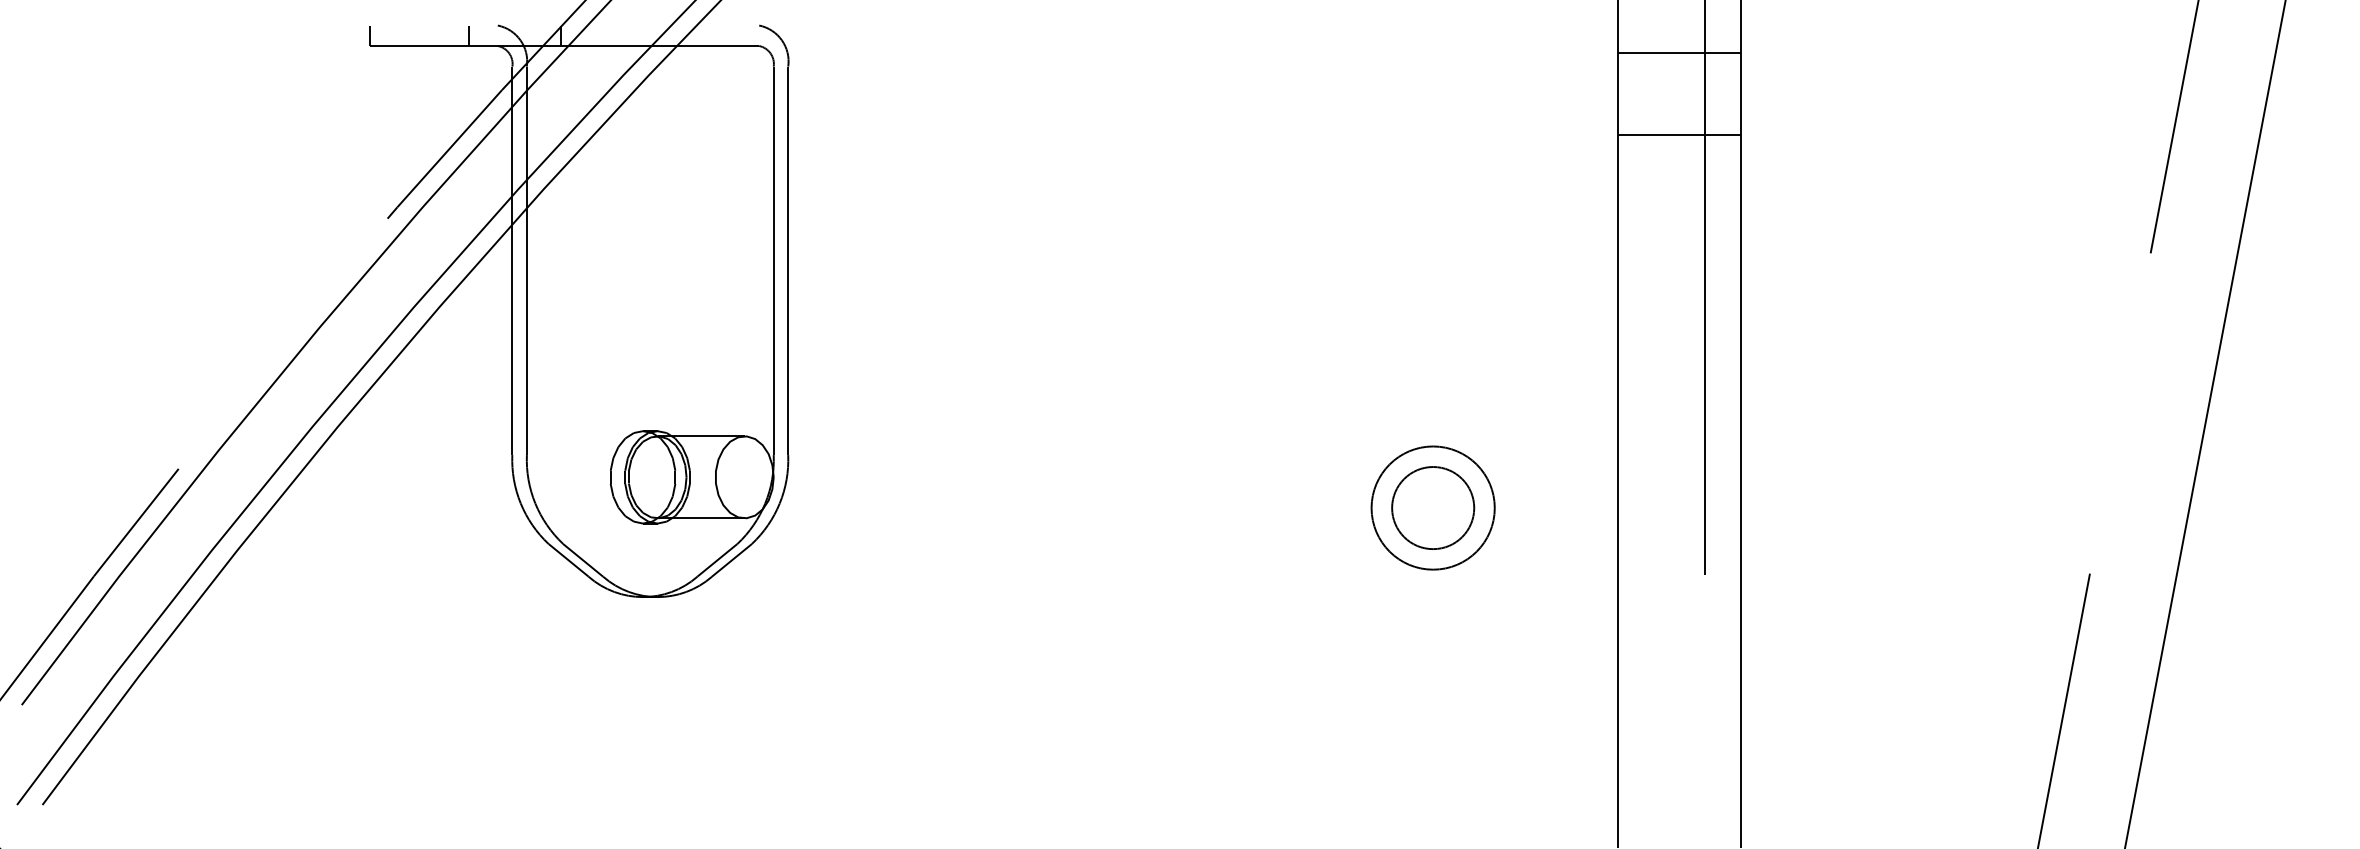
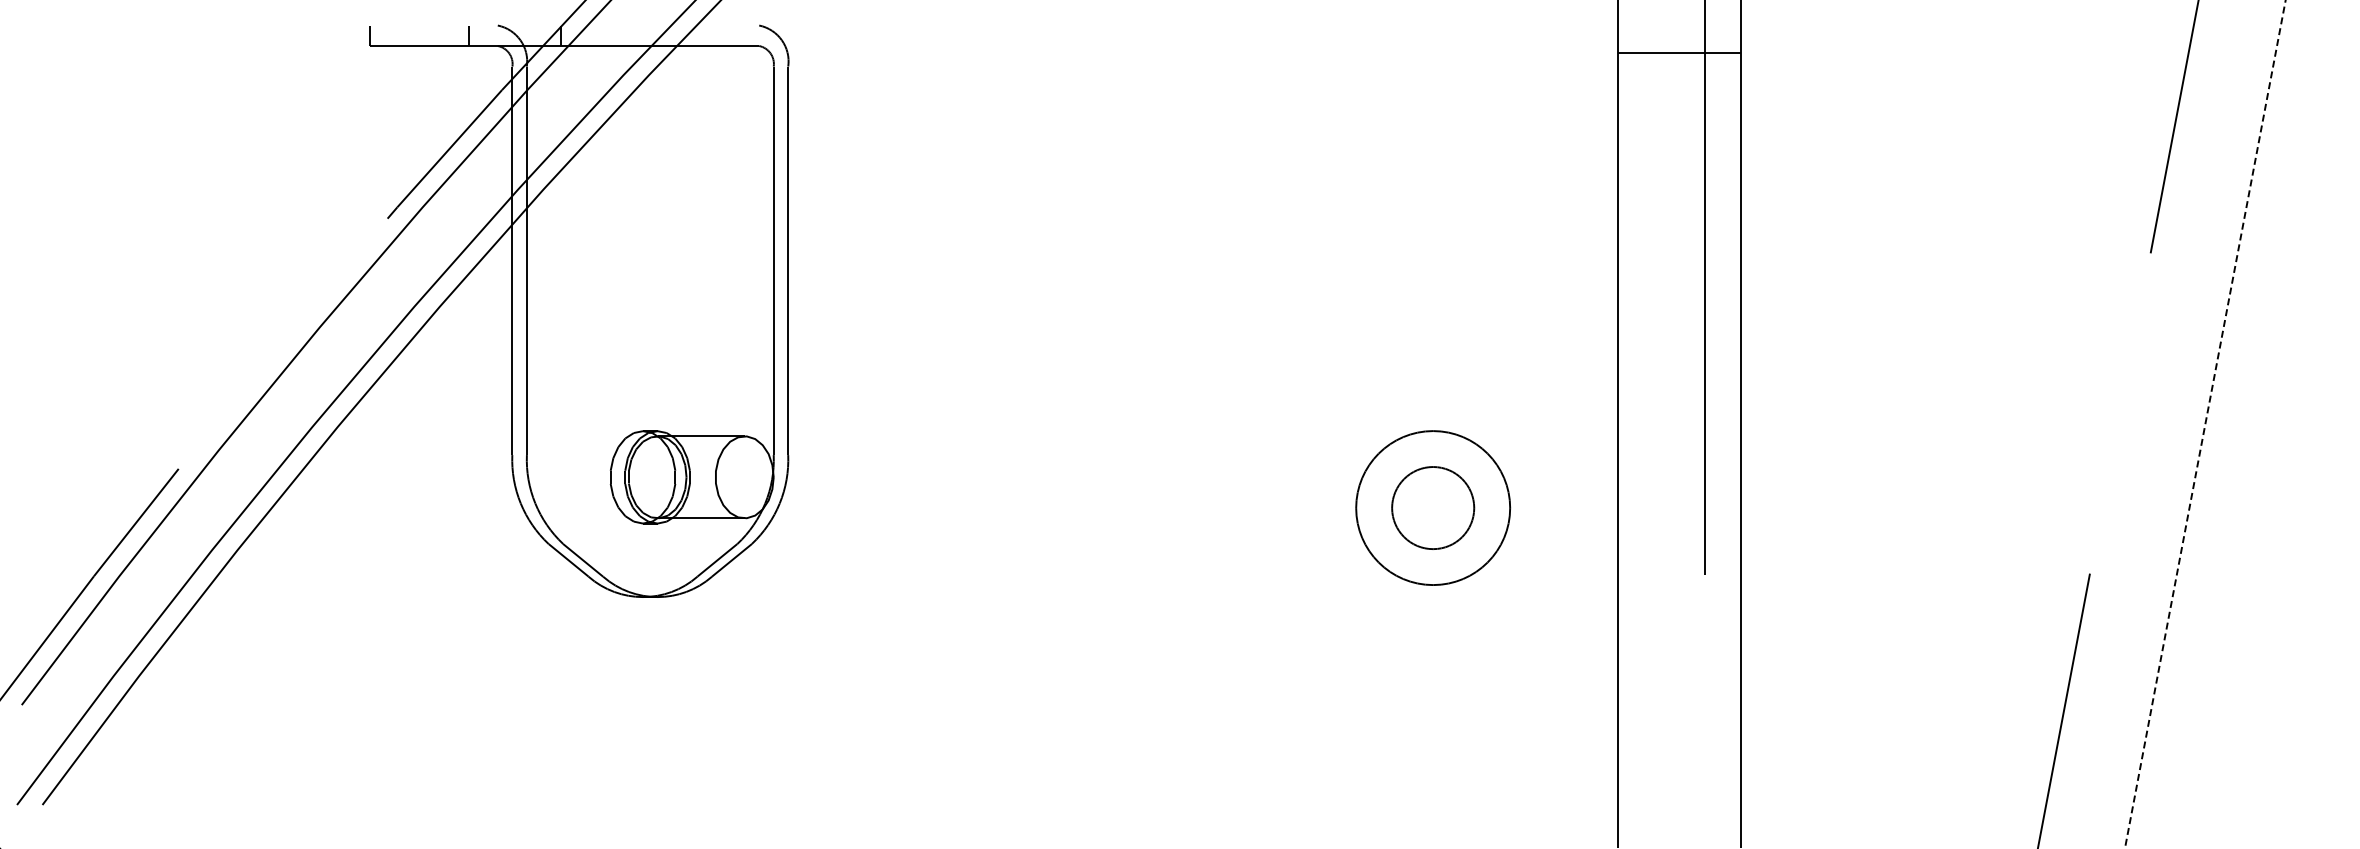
line at (1679, 134): present -> none
line at (2205, 424): solid -> dashed
circle at (1432, 507) diameter: 123 px -> 154 px
